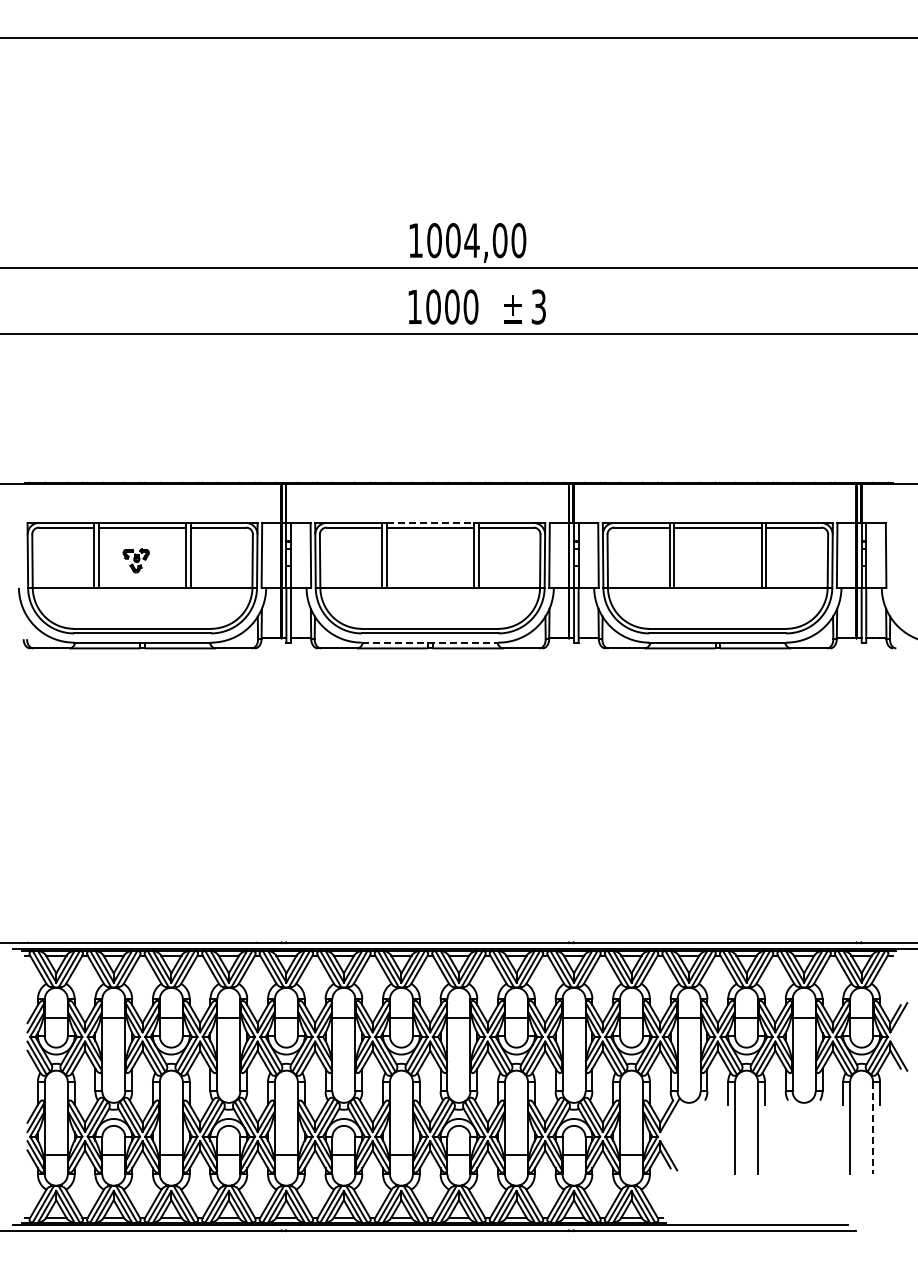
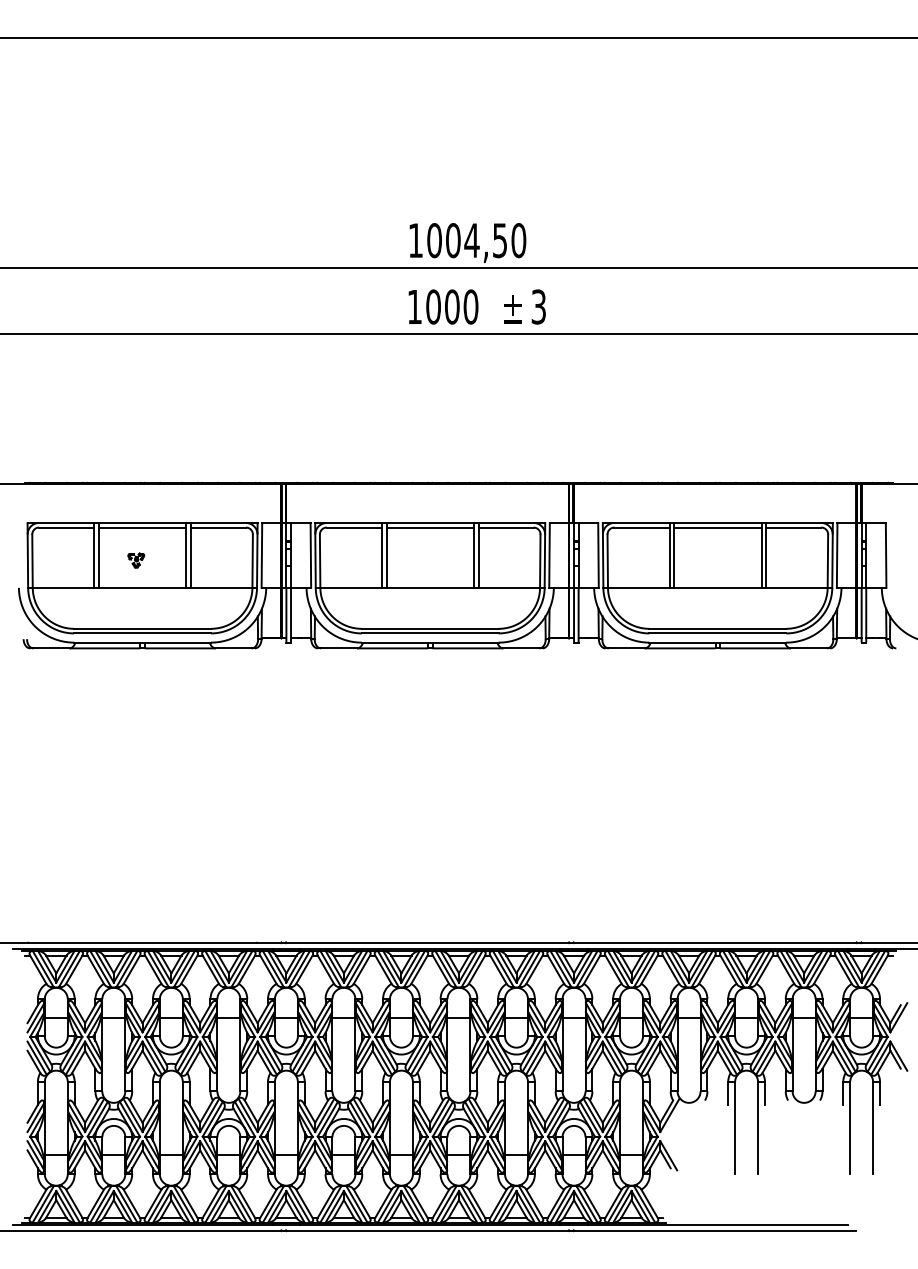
text at (499, 240): 1004,00 -> 1004,50
line at (430, 522): dashed -> solid
part at (135, 560) size: 28x26 px -> 19x17 px
line at (430, 642): dashed -> solid
line at (873, 1128): dashed -> solid
